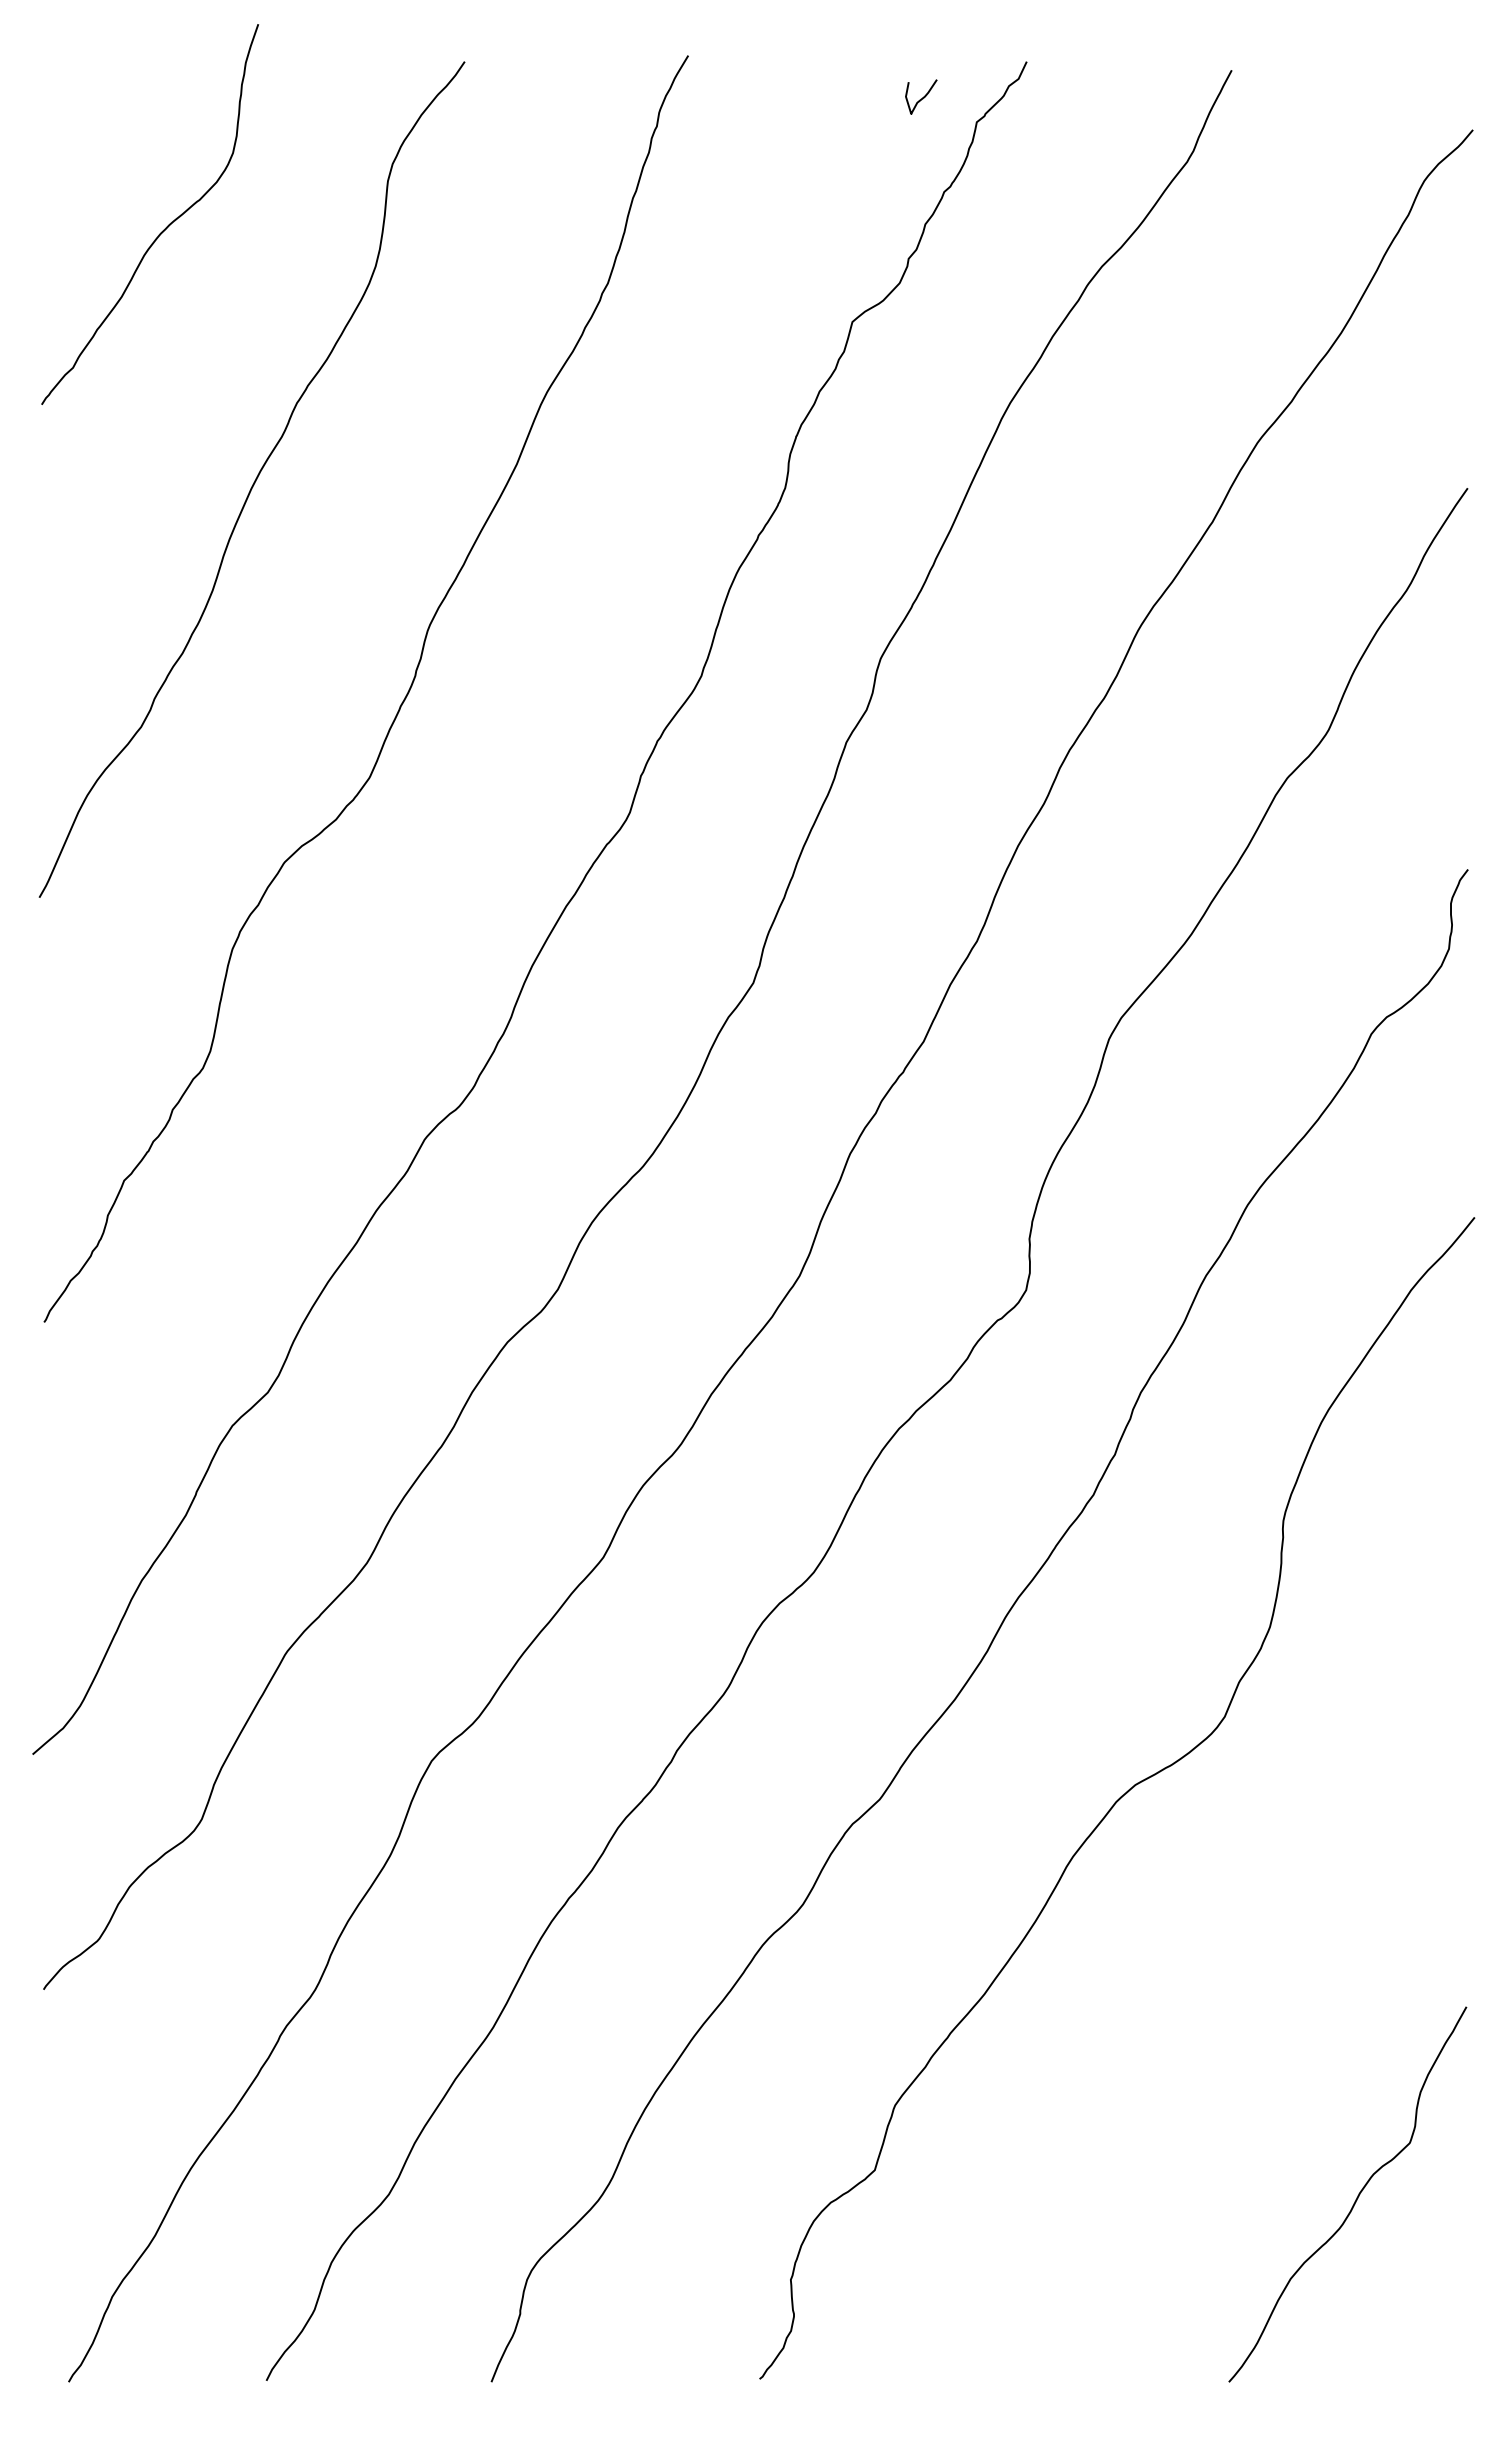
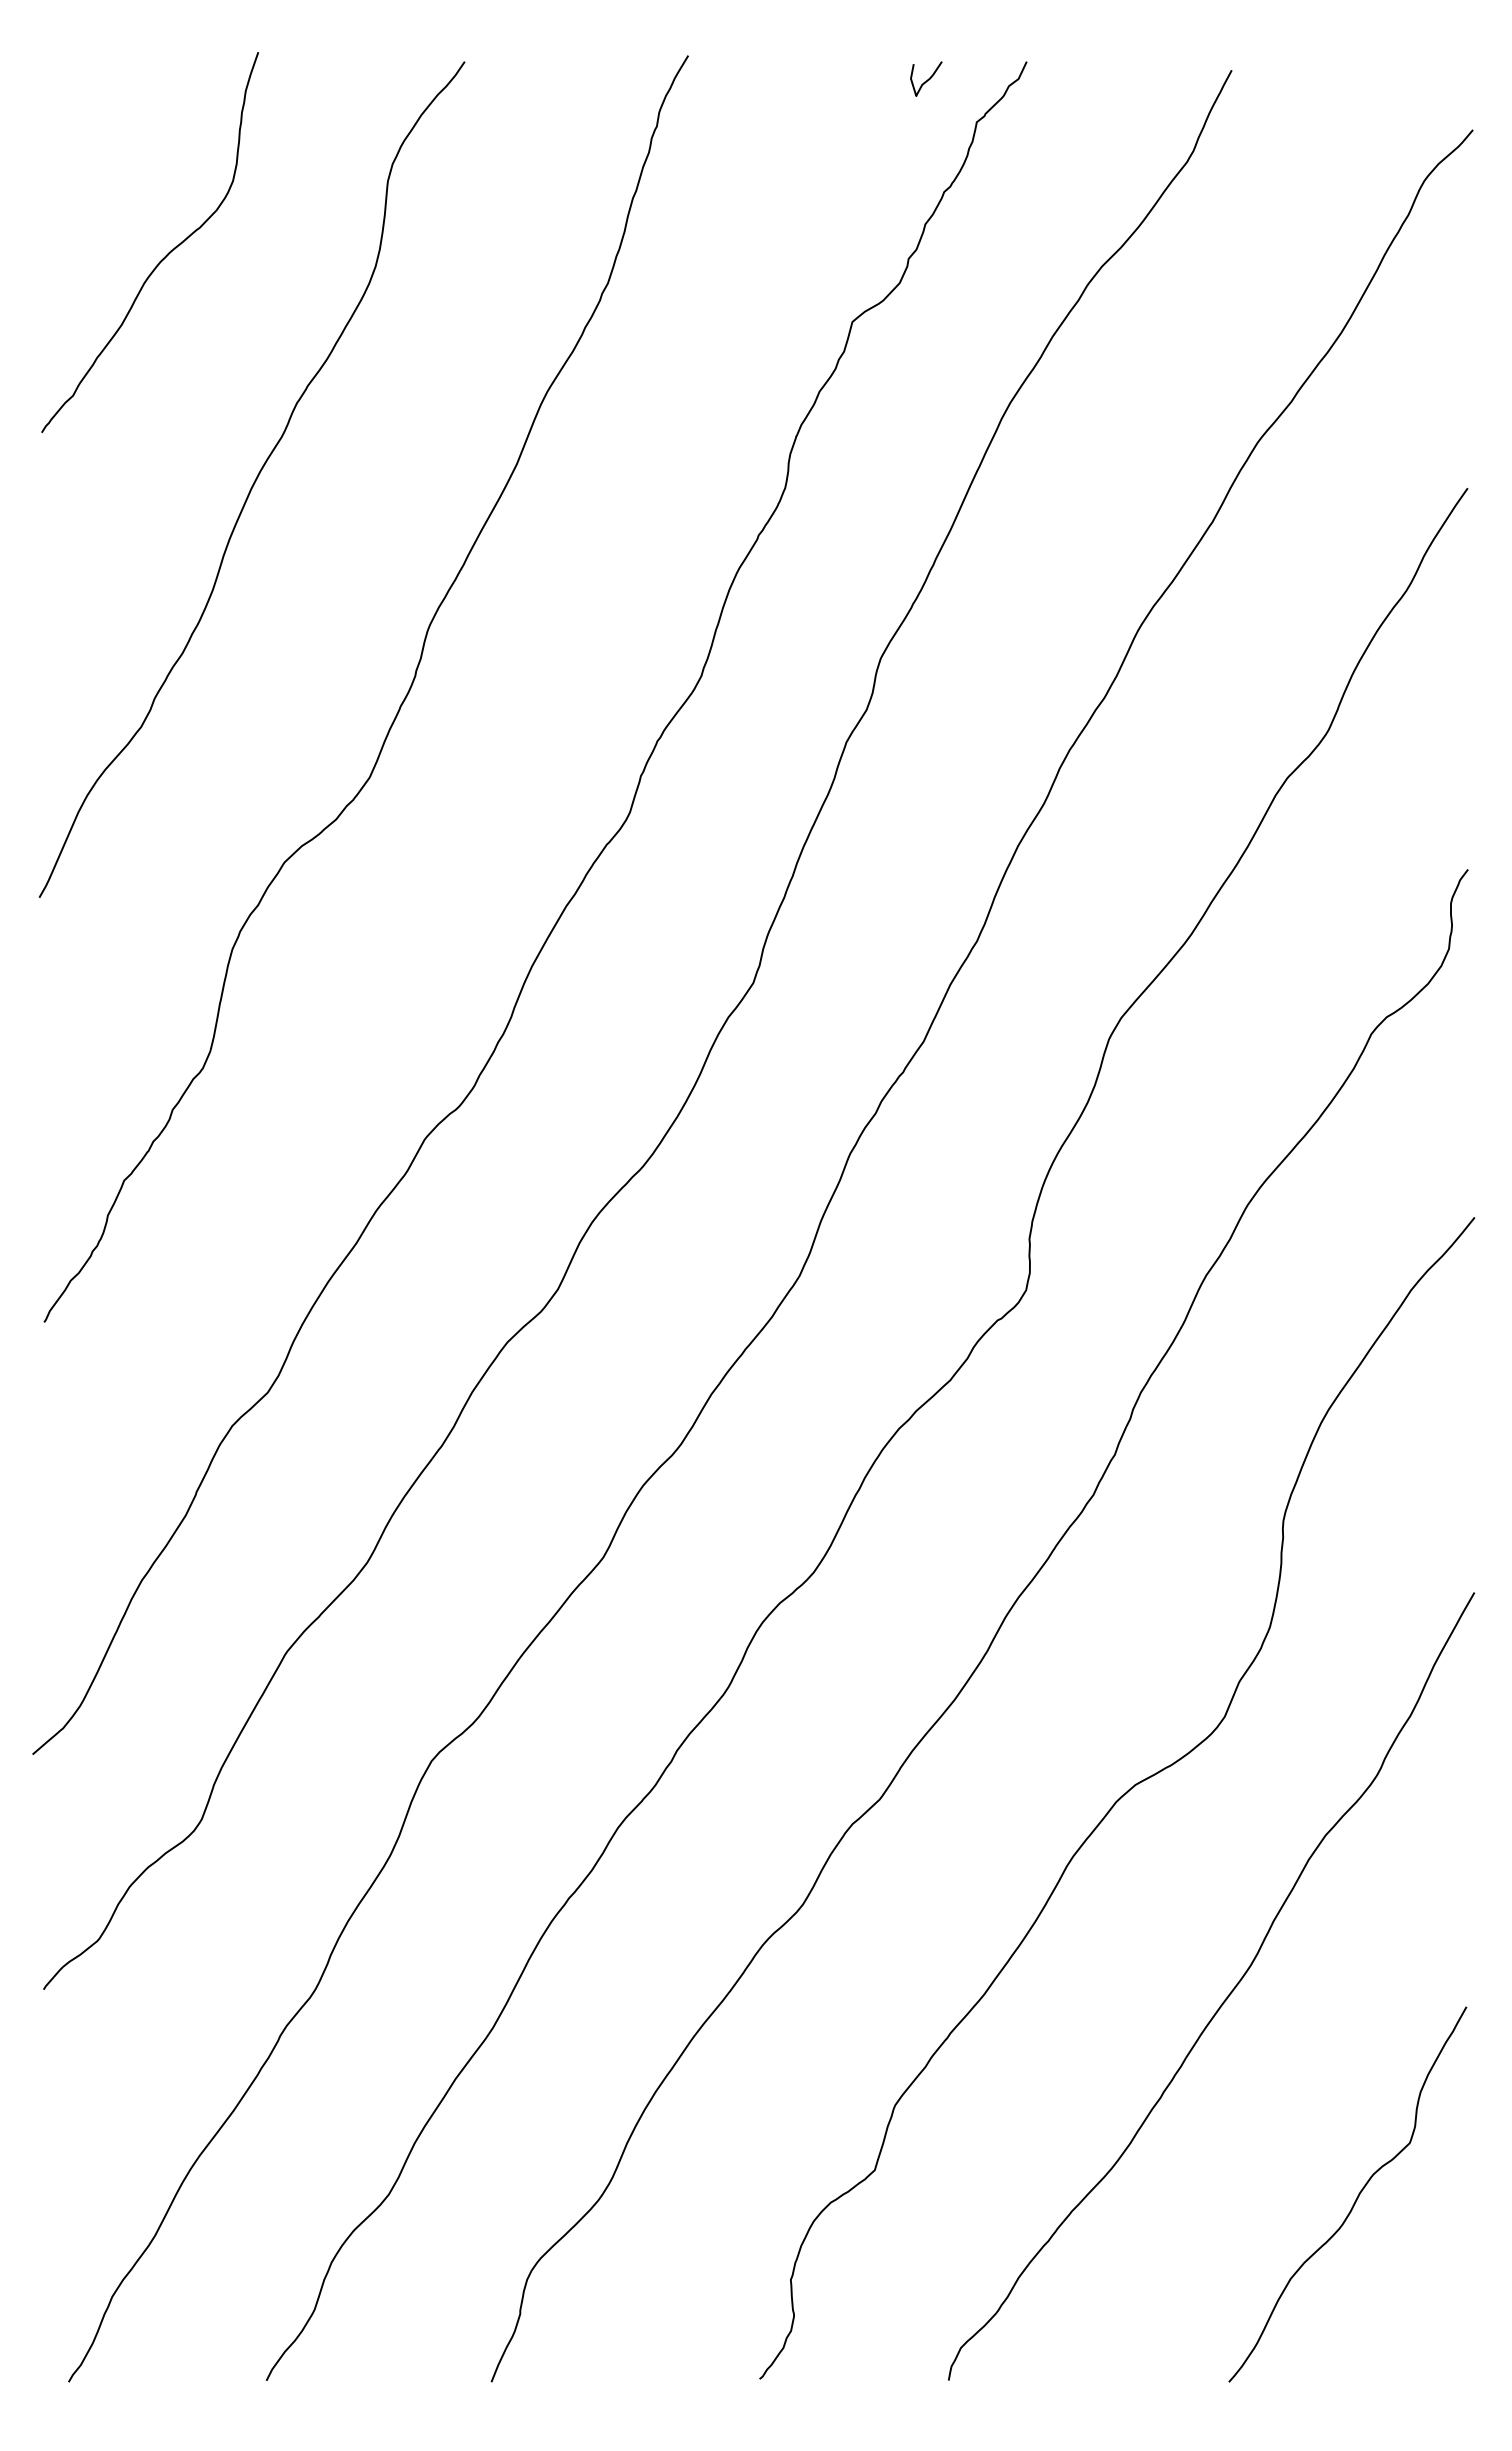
curve at (922, 97) position: (922, 97) -> (927, 79)
curve at (164, 228) position: (164, 228) -> (164, 256)
curve at (1227, 1995): none -> present
